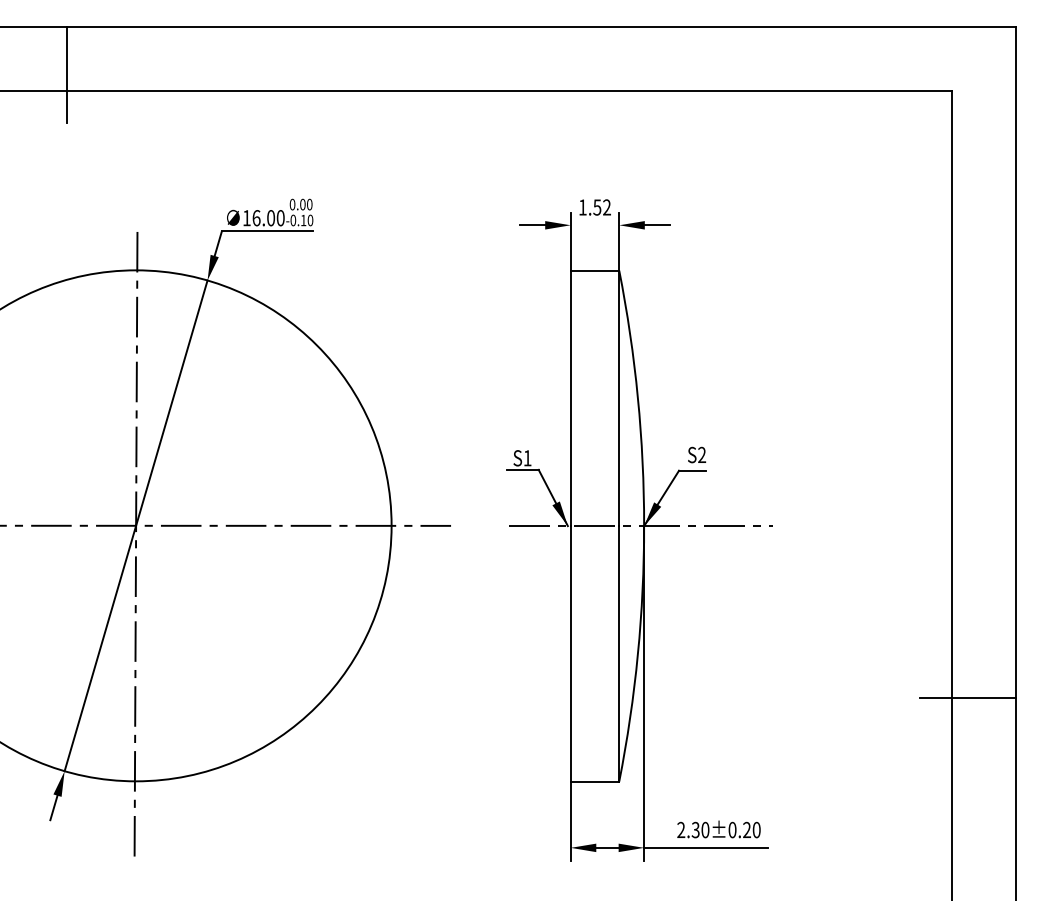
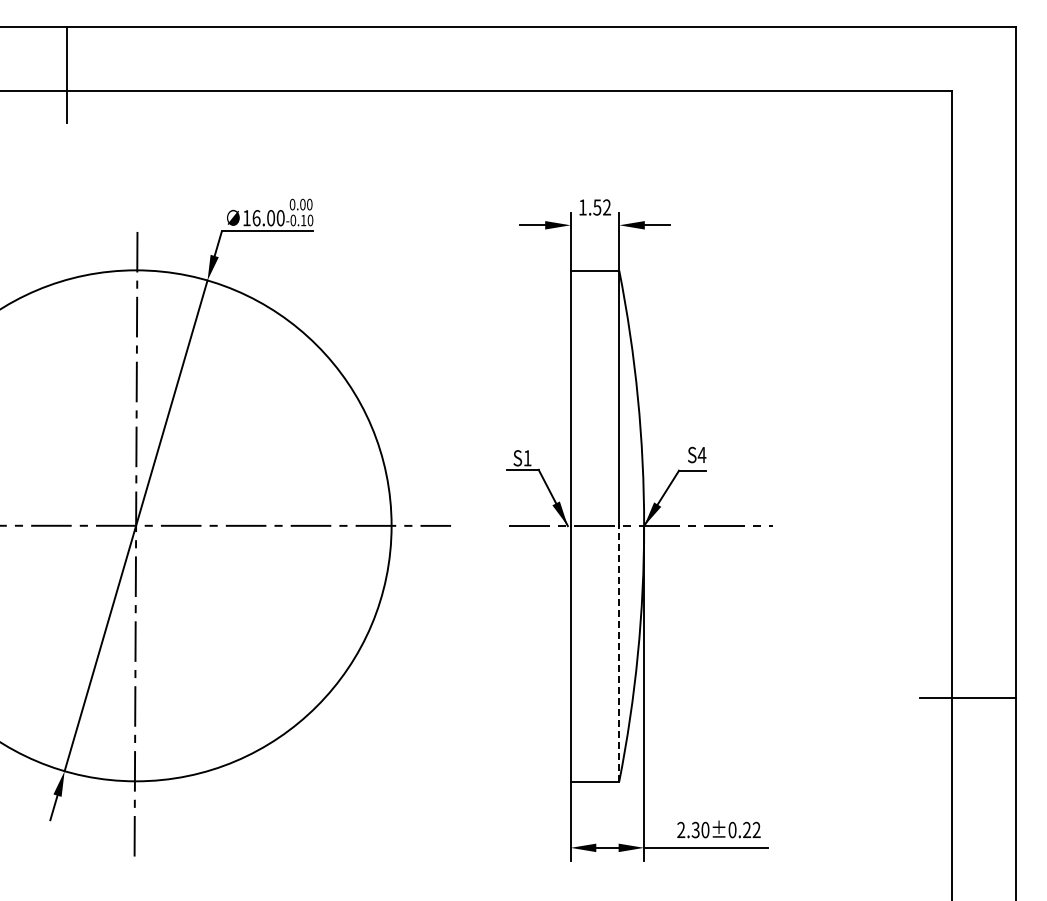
text at (701, 454): S2 -> S4
line at (619, 653): solid -> dashed
text at (756, 830): 2.30±0.20 -> 2.30±0.22
